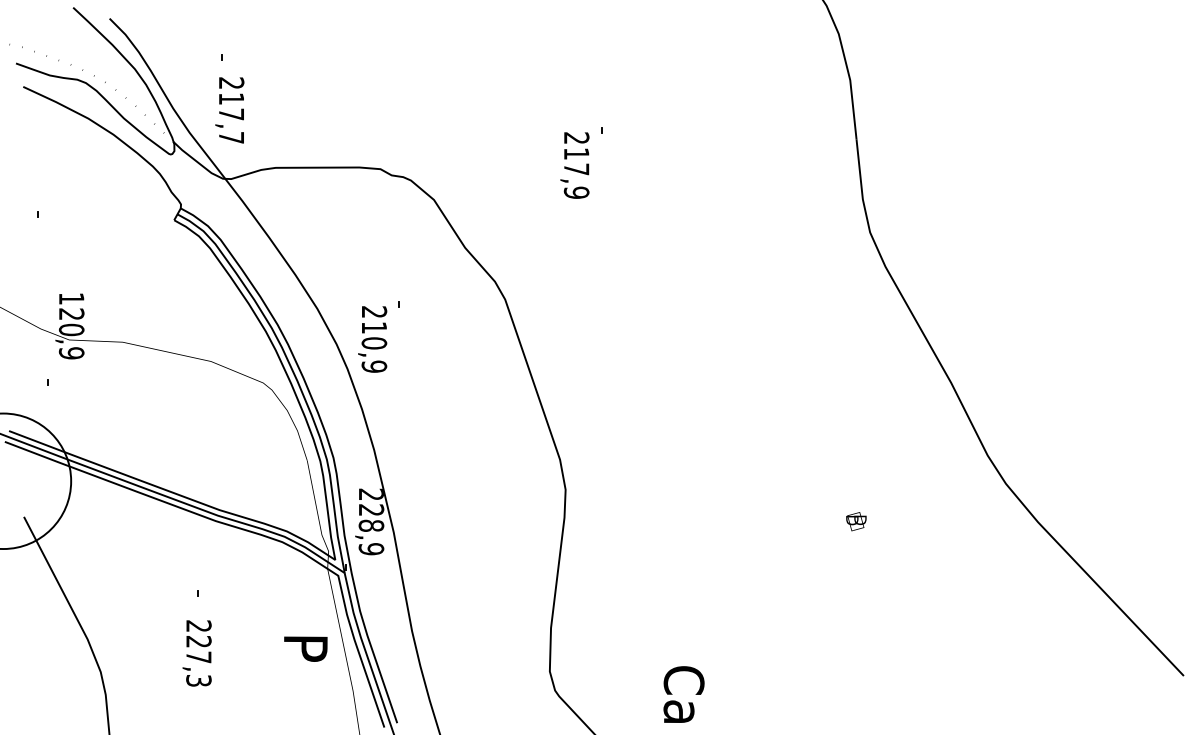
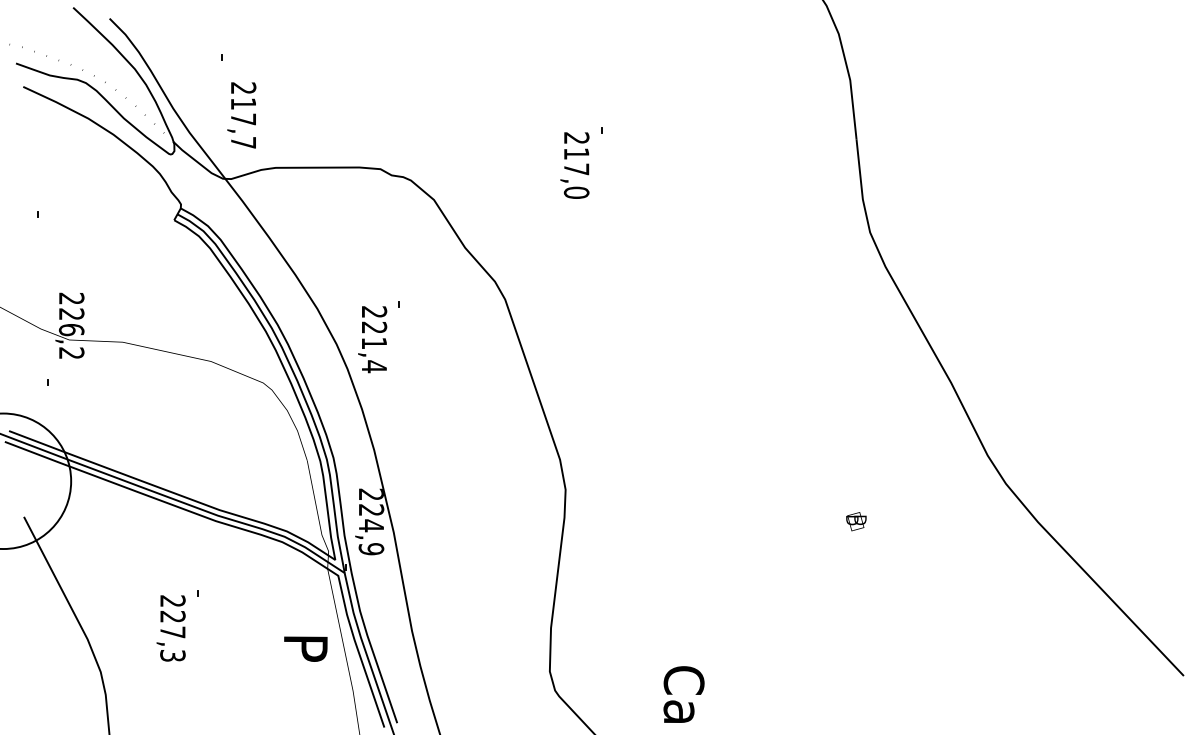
text at (229, 110) position: (229, 110) -> (241, 115)
text at (576, 192): 217,9 -> 217,0
text at (71, 325): 120,9 -> 226,2
text at (374, 347): 210,9 -> 221,4
text at (371, 525): 228,9 -> 224,9
text at (196, 653) position: (196, 653) -> (170, 628)
